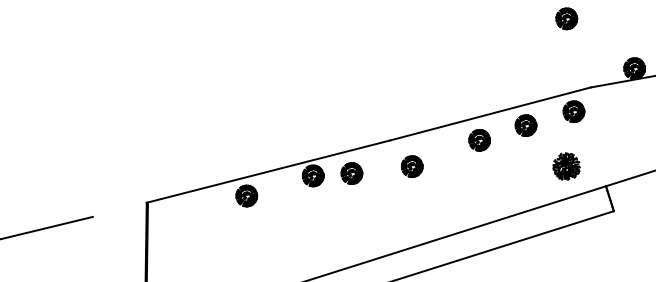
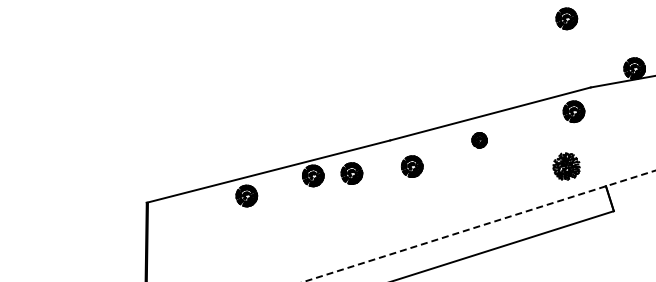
part at (525, 125): present -> none
part at (479, 140) size: 23x23 px -> 17x17 px
line at (479, 226): solid -> dashed
line at (47, 227): present -> none
